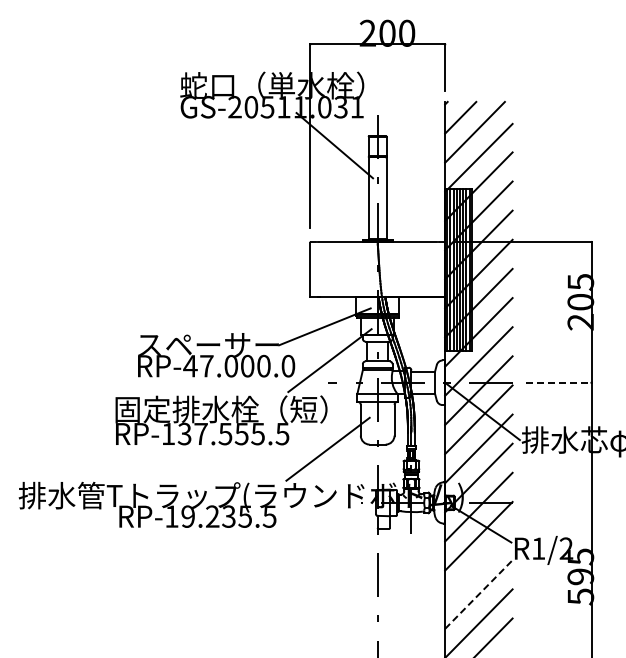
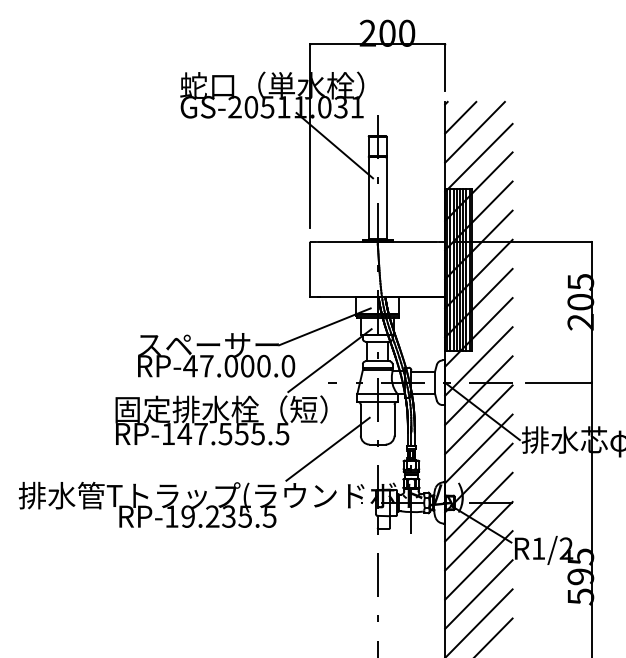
line at (558, 382): dashed -> solid
text at (184, 433): RP-137.555.5 -> RP-147.555.5
line at (478, 565): none -> present
line at (479, 594): dashed -> solid
